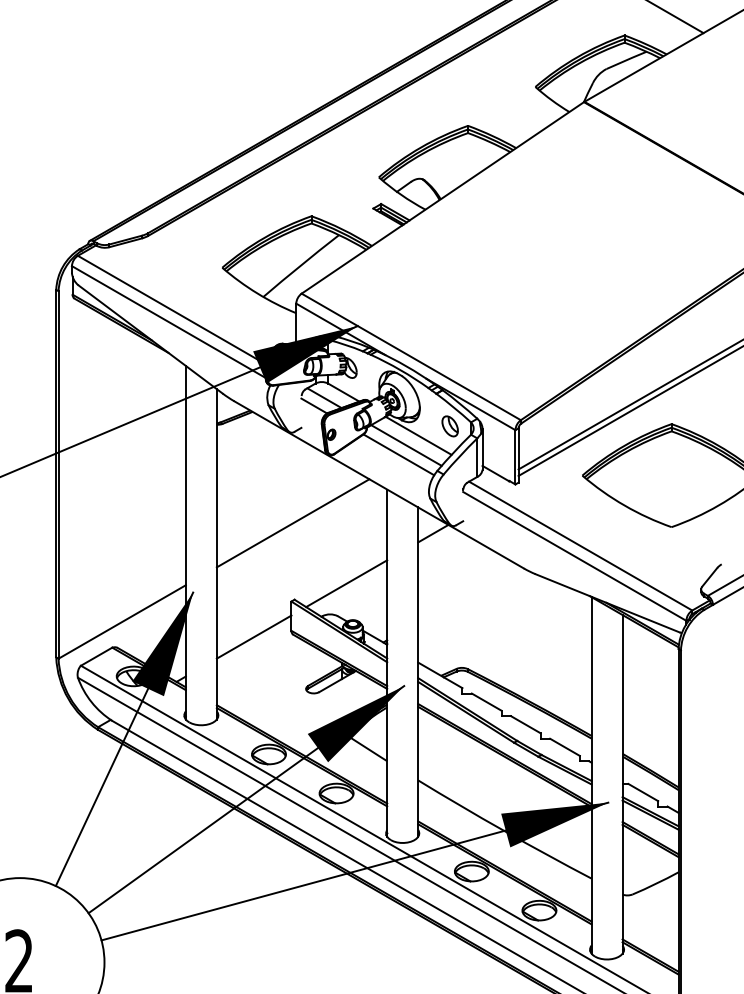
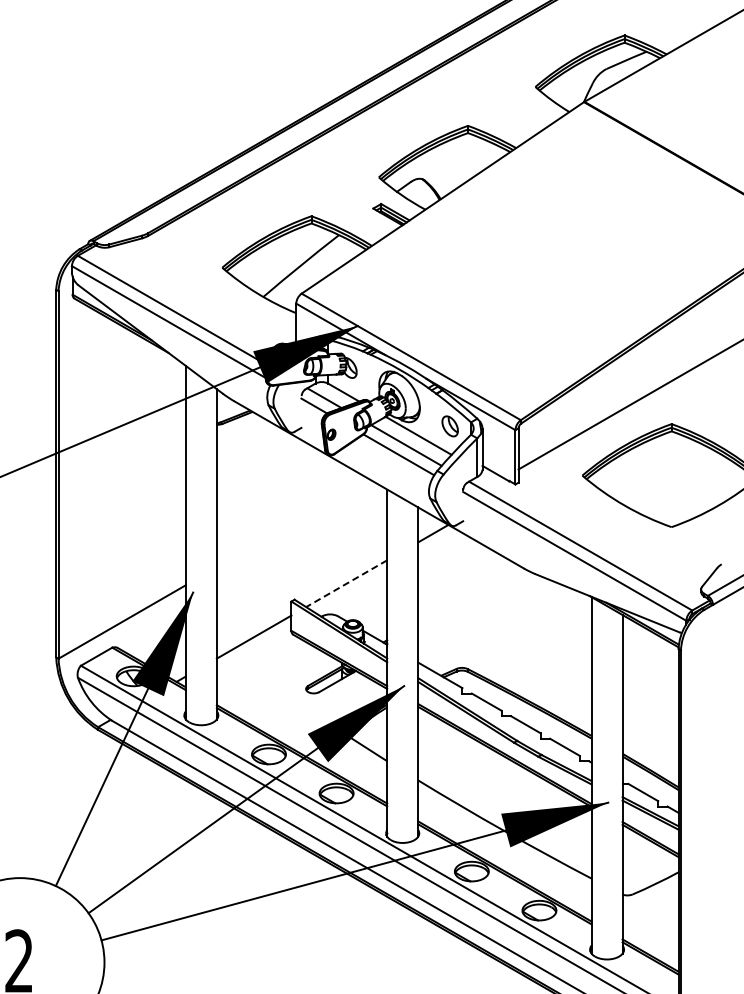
line at (676, 17): present -> none
line at (629, 411): present -> none
line at (292, 523): present -> none
line at (346, 583): solid -> dashed
